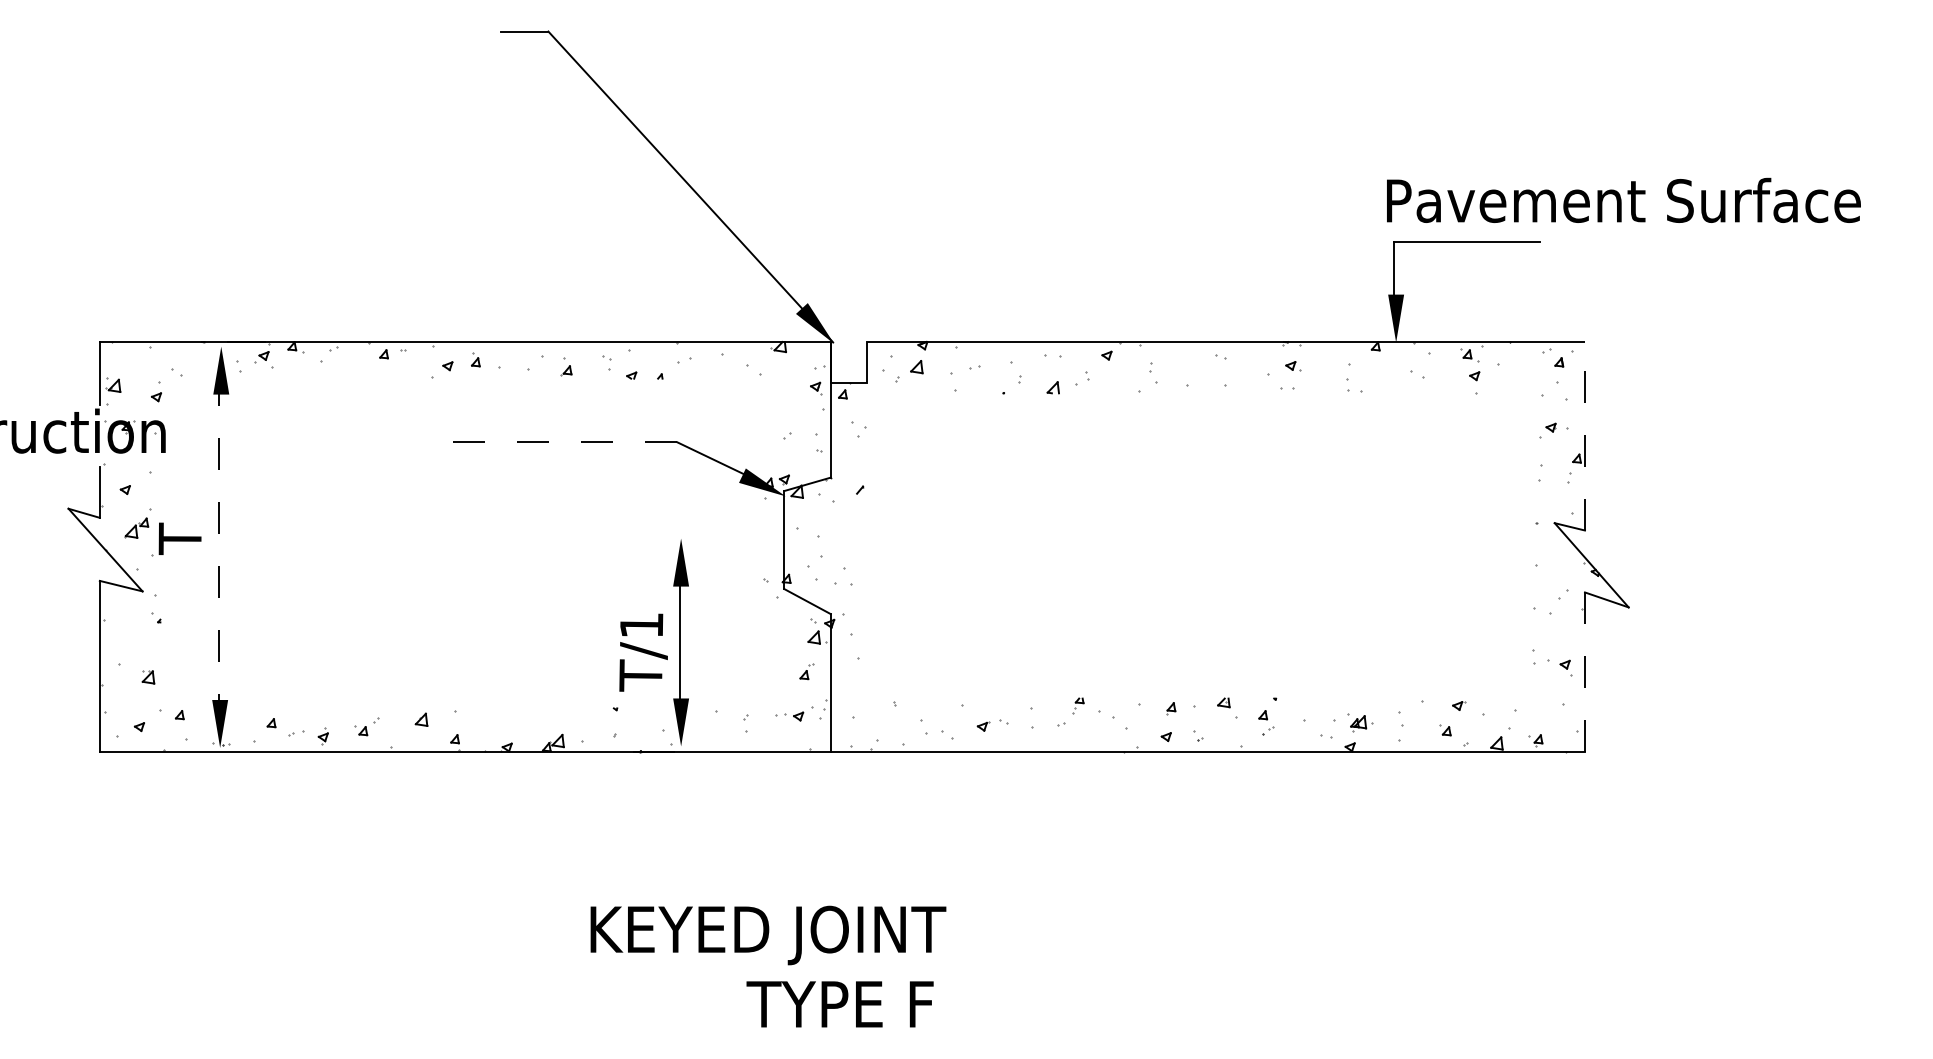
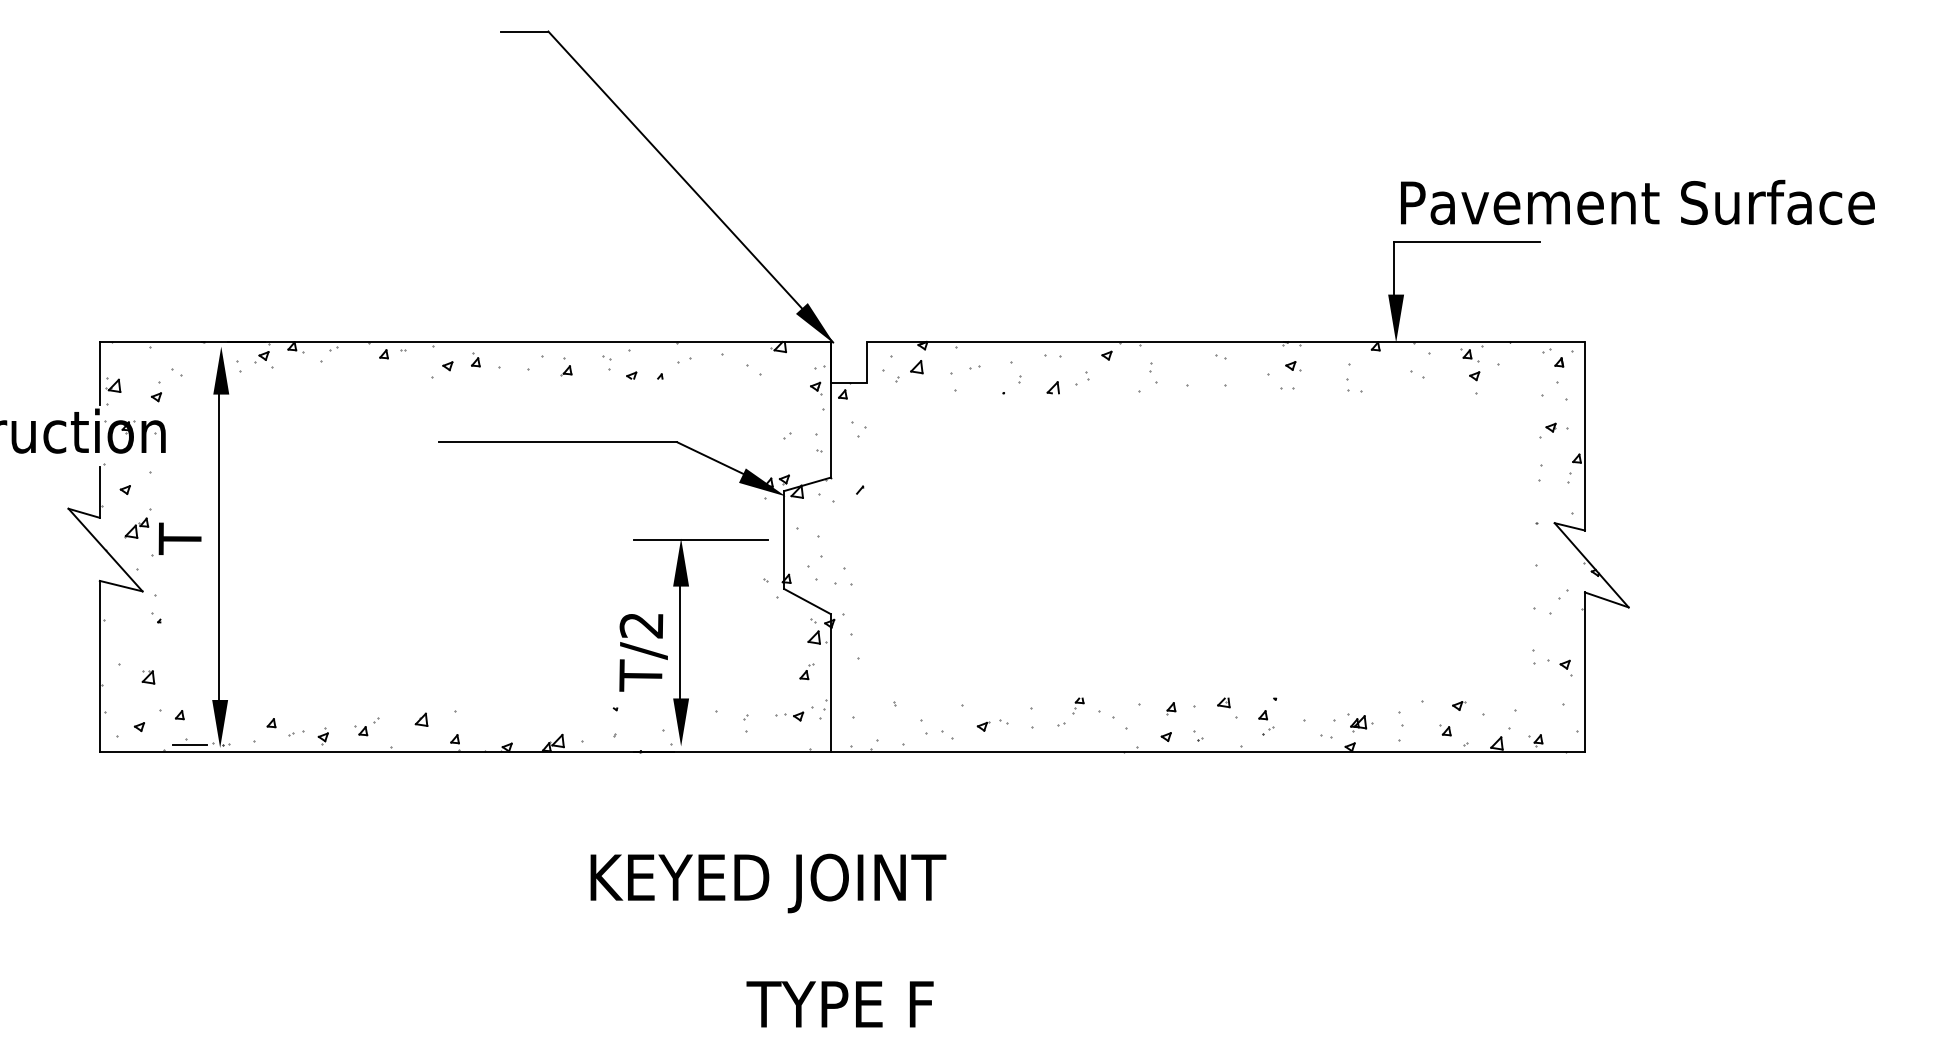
text at (1623, 199) position: (1623, 199) -> (1637, 201)
line at (1584, 435): dashed -> solid
line at (558, 442): dashed -> solid
line at (700, 540): none -> present
line at (219, 543): dashed -> solid
text at (640, 625): T/1 -> T/2
line at (1584, 672): dashed -> solid
line at (189, 744): none -> present
text at (768, 935) position: (768, 935) -> (768, 883)
